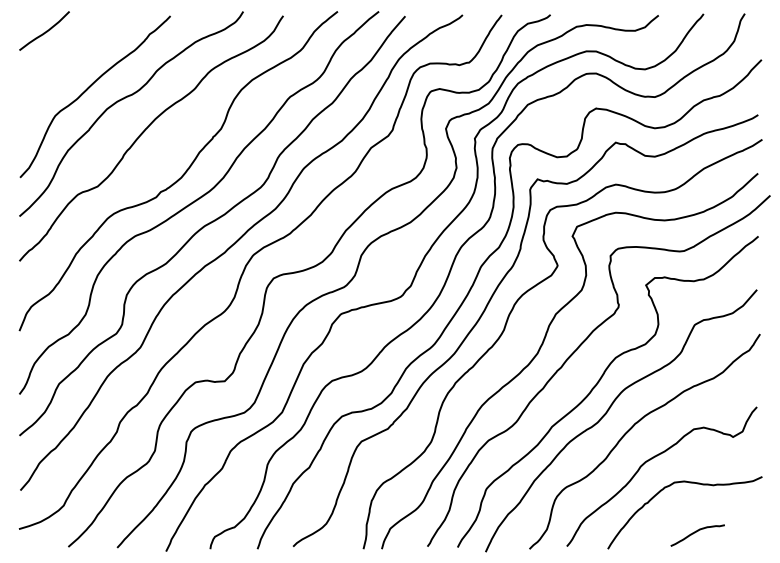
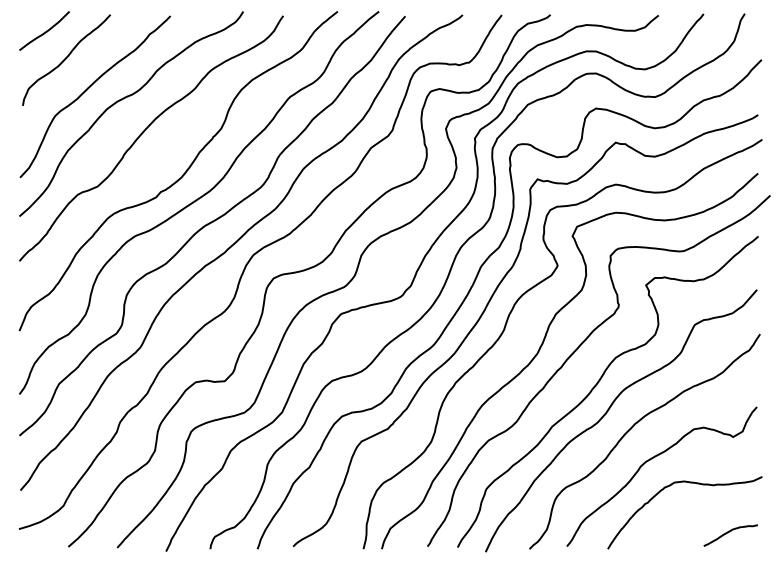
curve at (66, 59): none -> present
curve at (695, 533) position: (695, 533) -> (728, 533)
